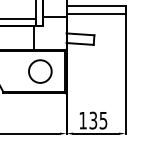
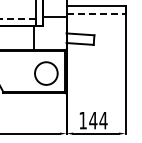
line at (96, 14): solid -> dashed
line at (17, 19): solid -> dashed
circle at (40, 71) position: (40, 71) -> (46, 73)
text at (98, 120): 135 -> 144
